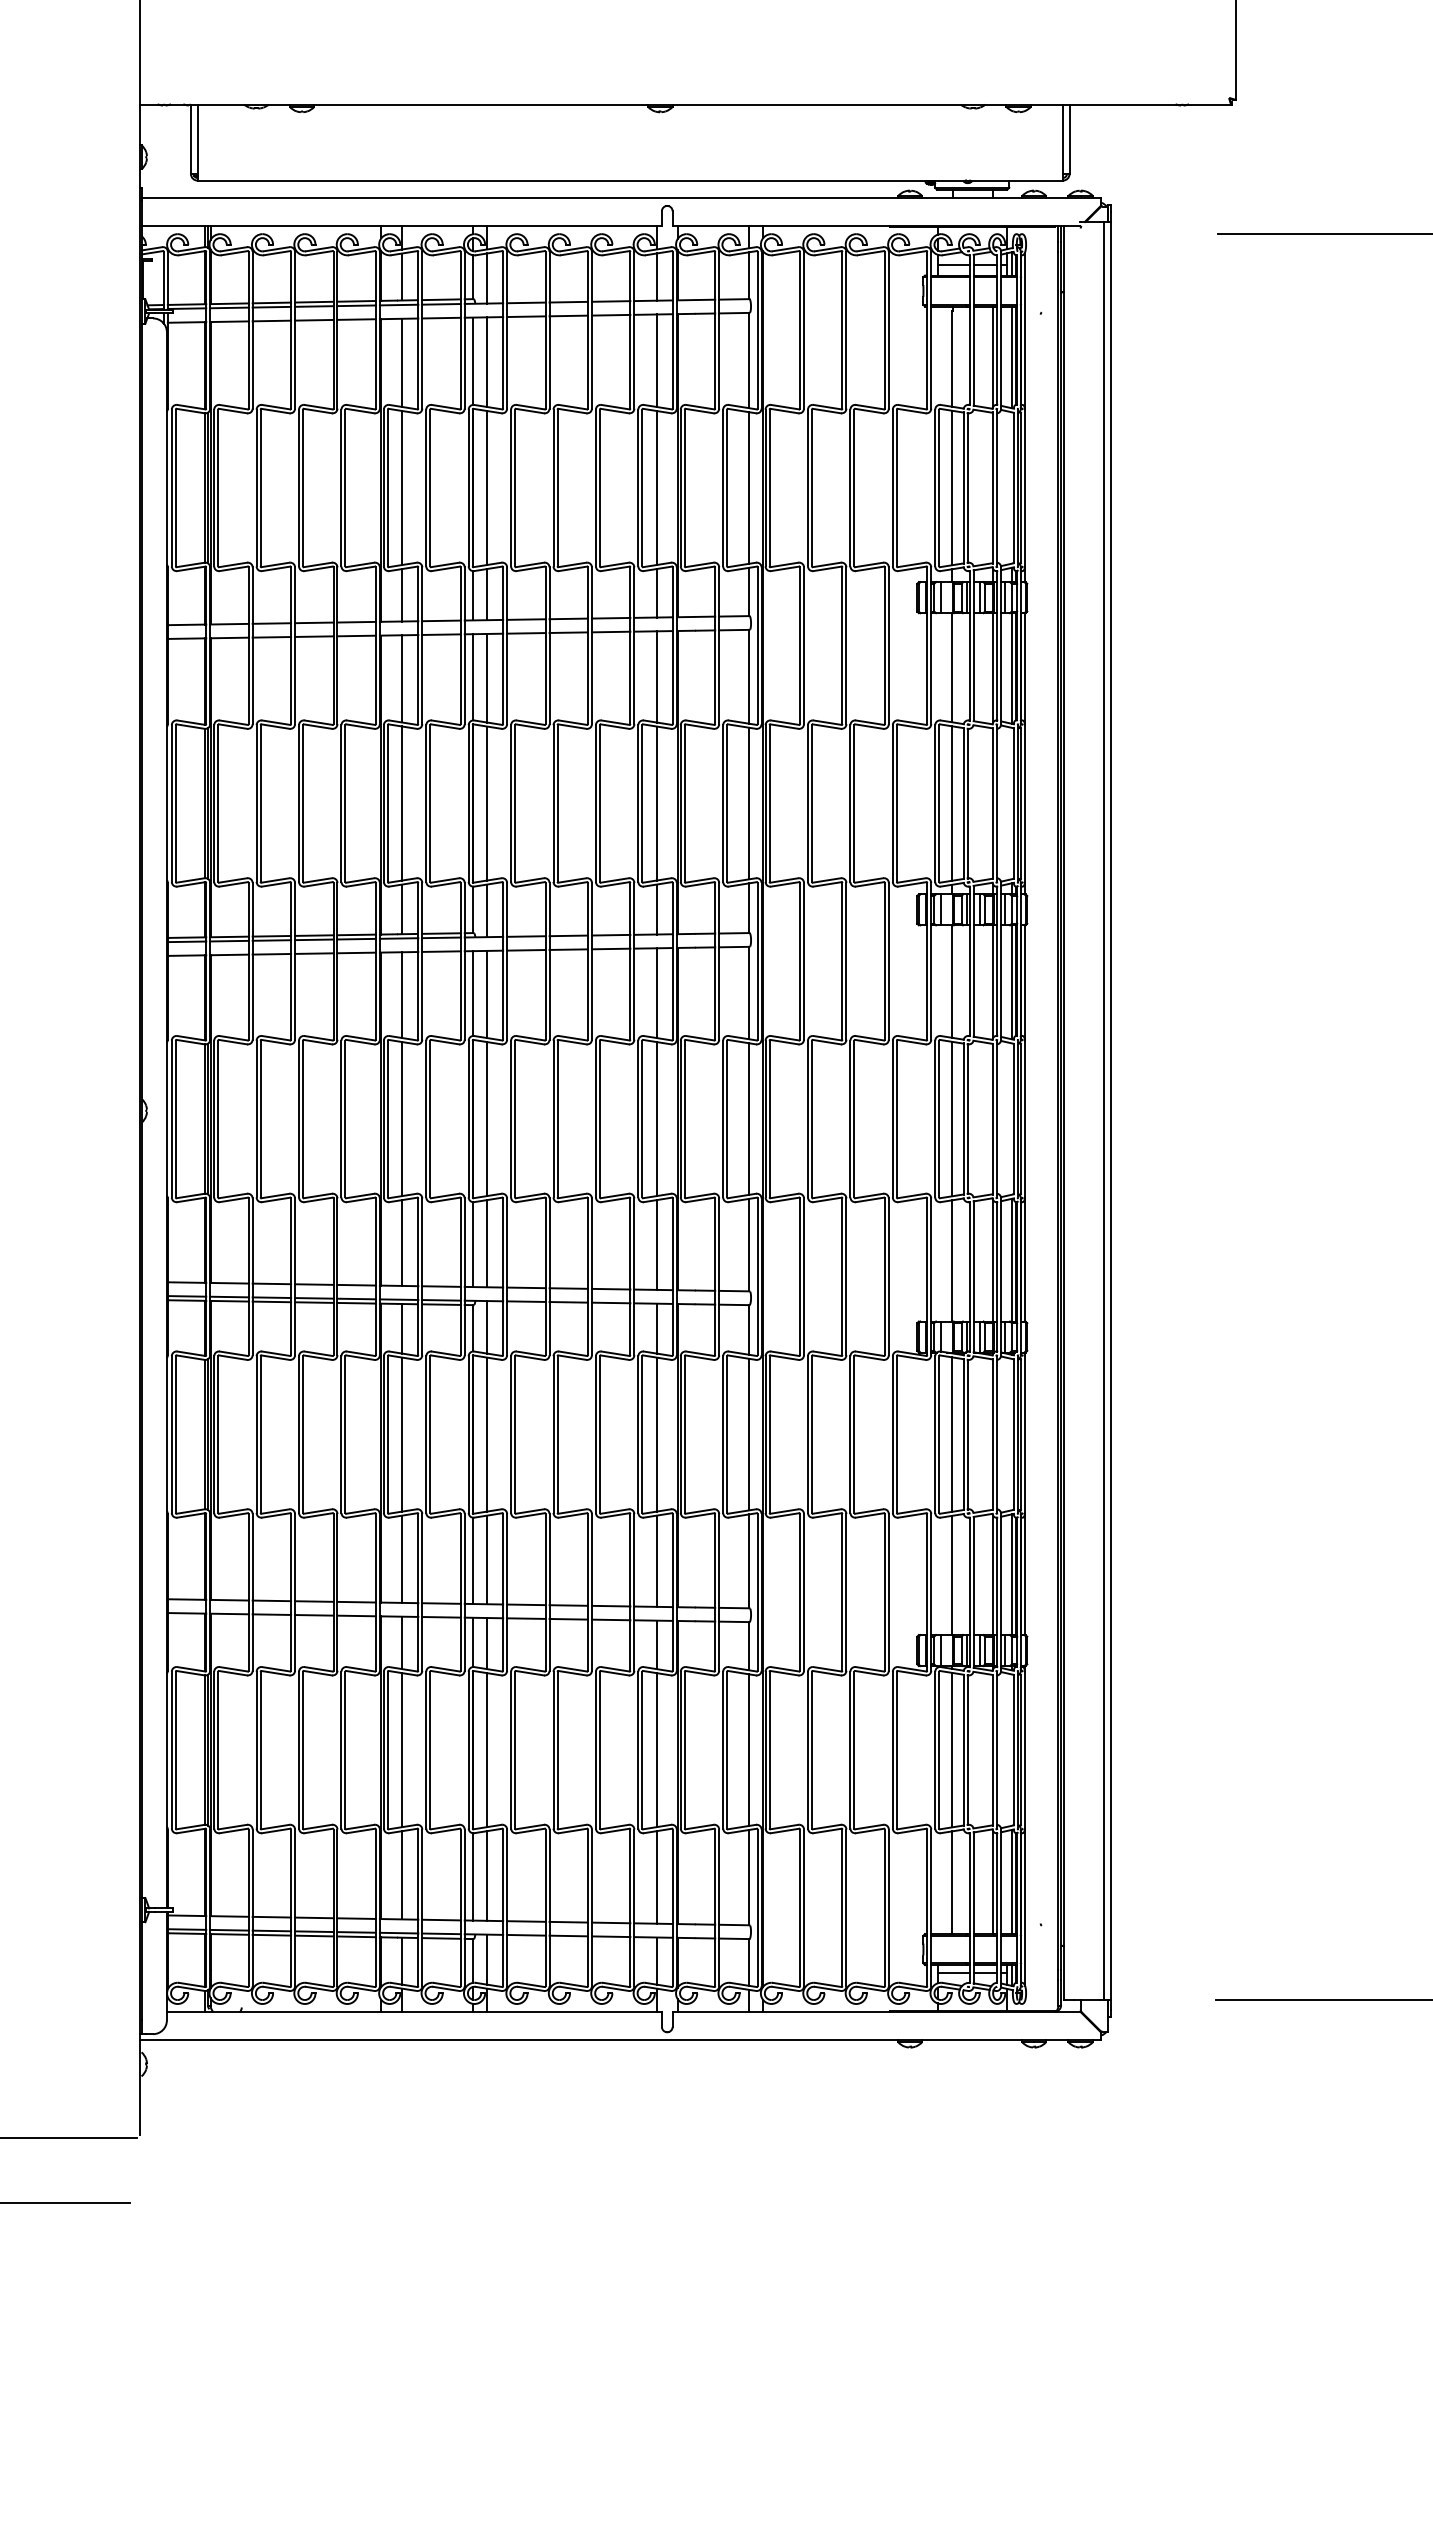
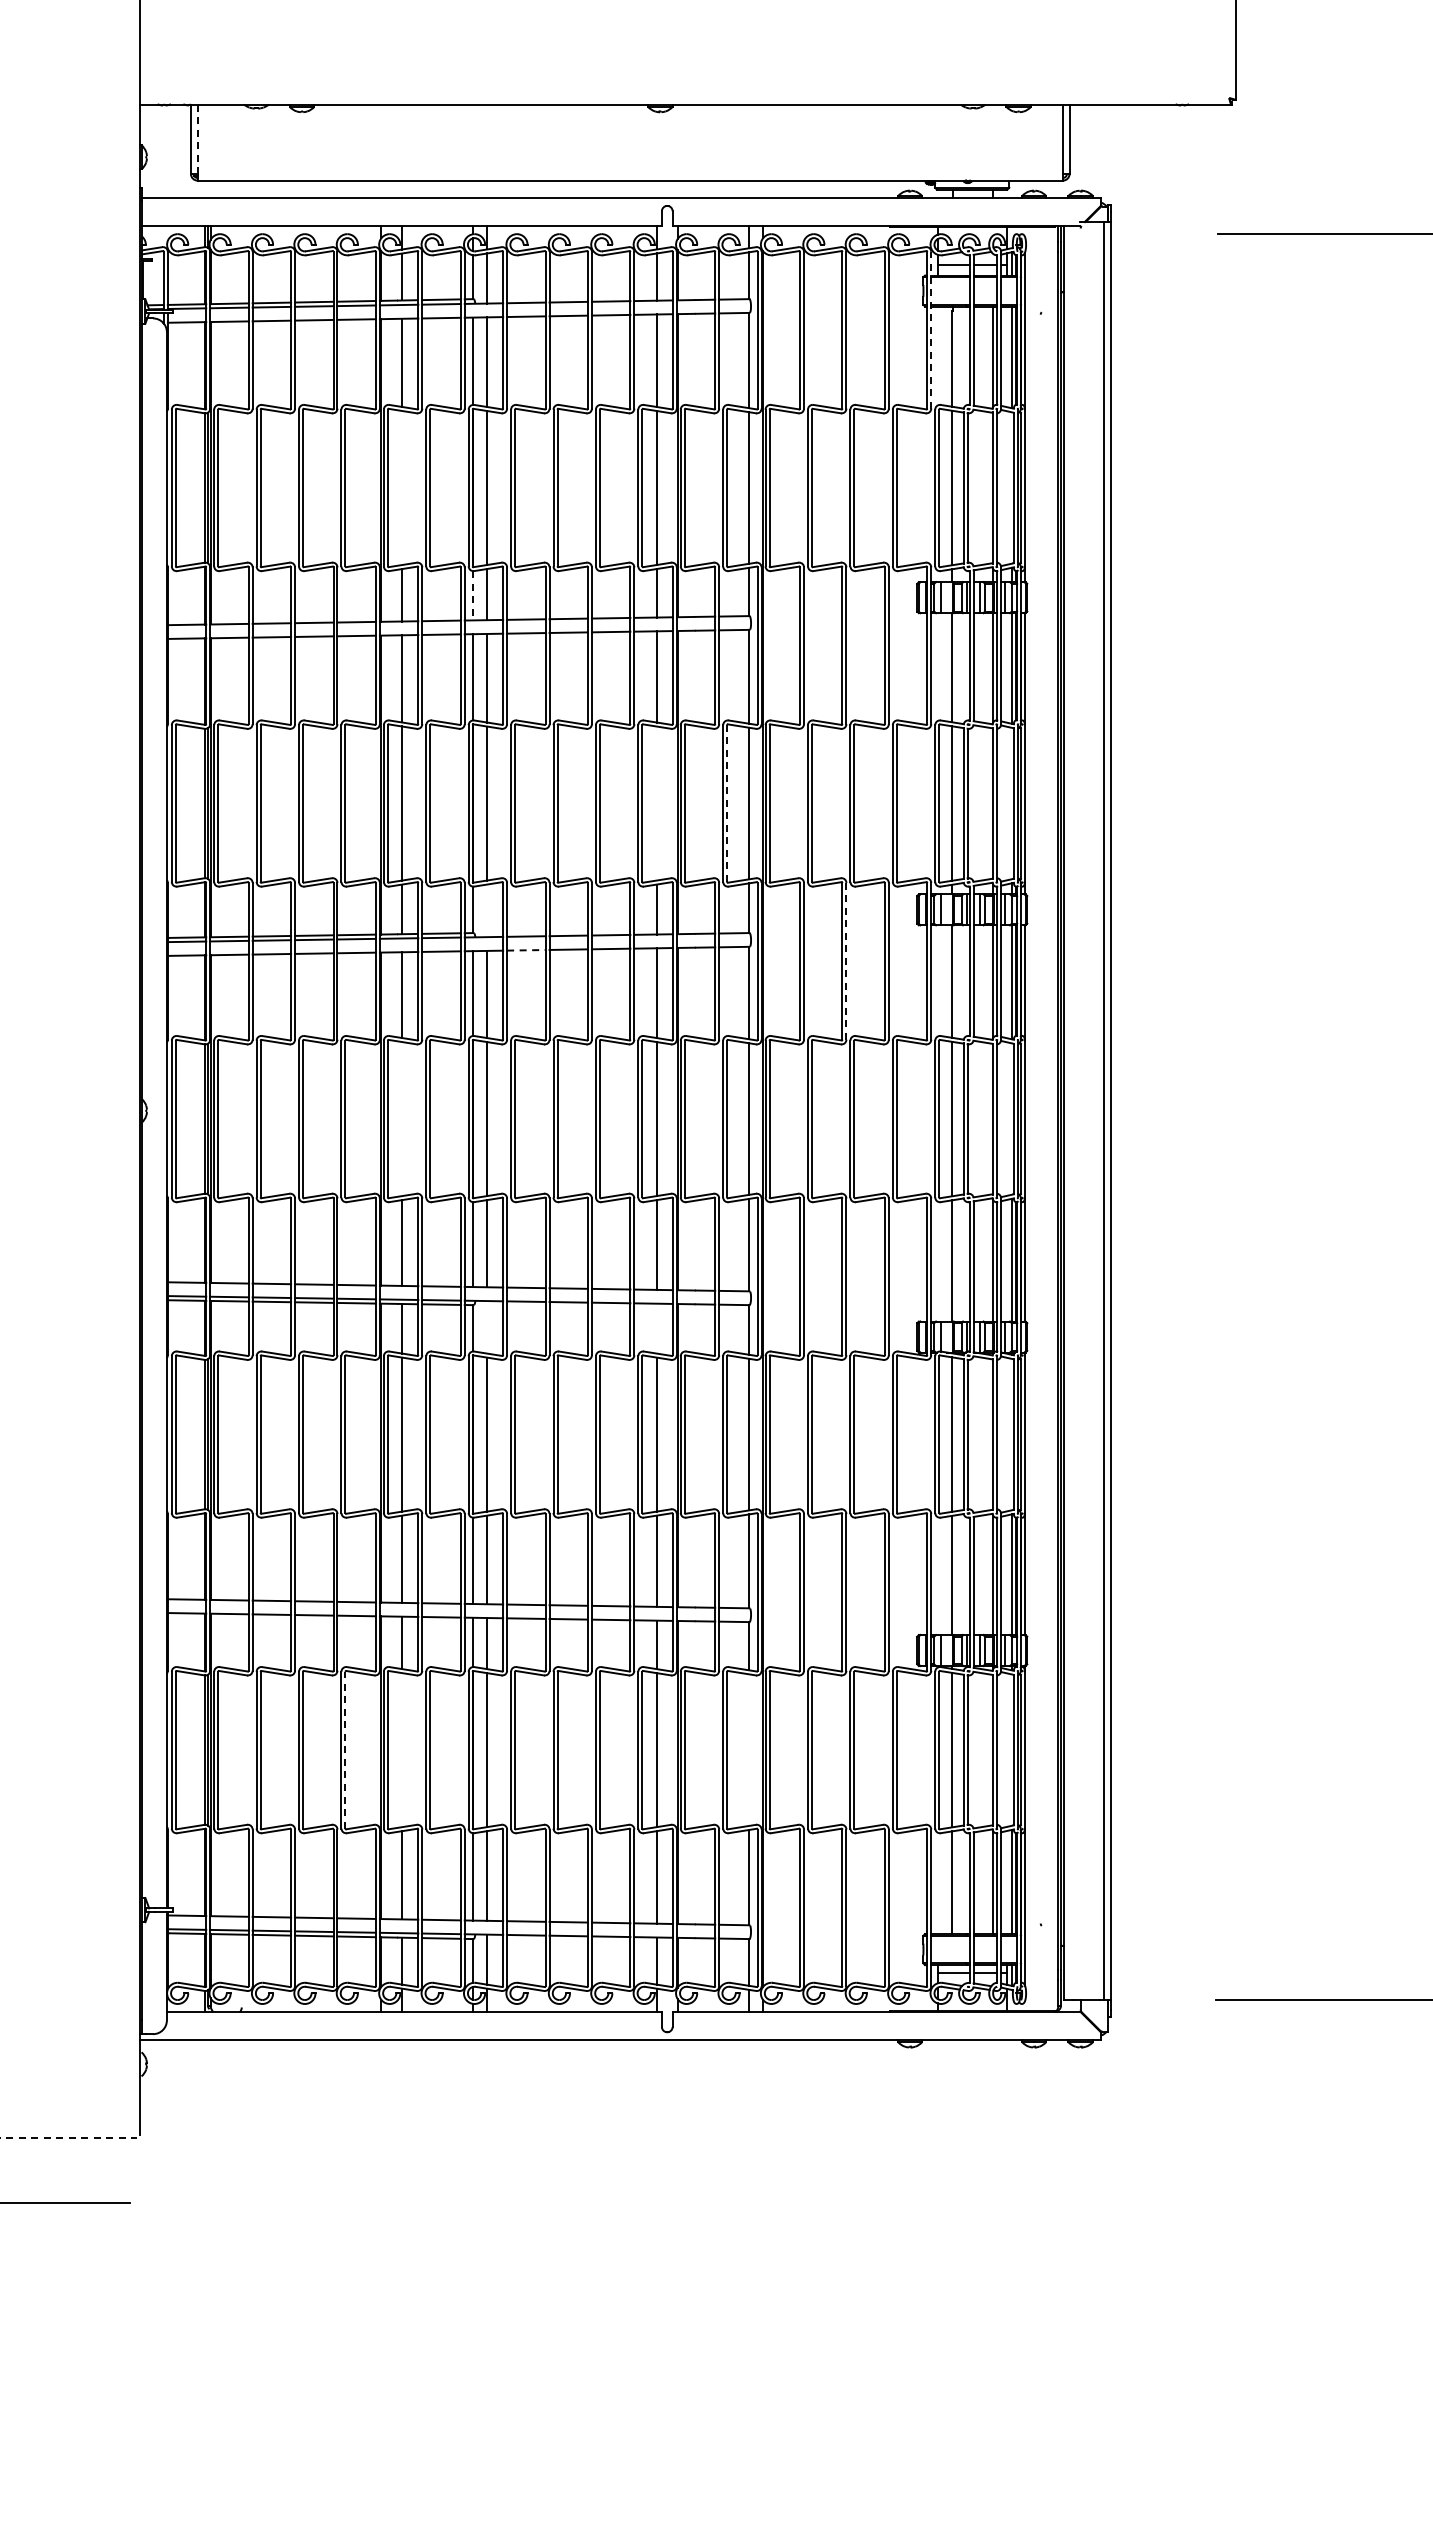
line at (197, 139): solid -> dashed
line at (931, 329): solid -> dashed
line at (401, 487): present -> none
line at (473, 595): solid -> dashed
line at (656, 803): present -> none
line at (727, 803): solid -> dashed
line at (487, 910): present -> none
line at (526, 950): solid -> dashed
line at (846, 960): solid -> dashed
line at (401, 1119): present -> none
line at (487, 1327): present -> none
line at (656, 1328): present -> none
line at (345, 1749): solid -> dashed
line at (749, 1749): present -> none
line at (401, 1750): present -> none
line at (69, 2137): solid -> dashed
